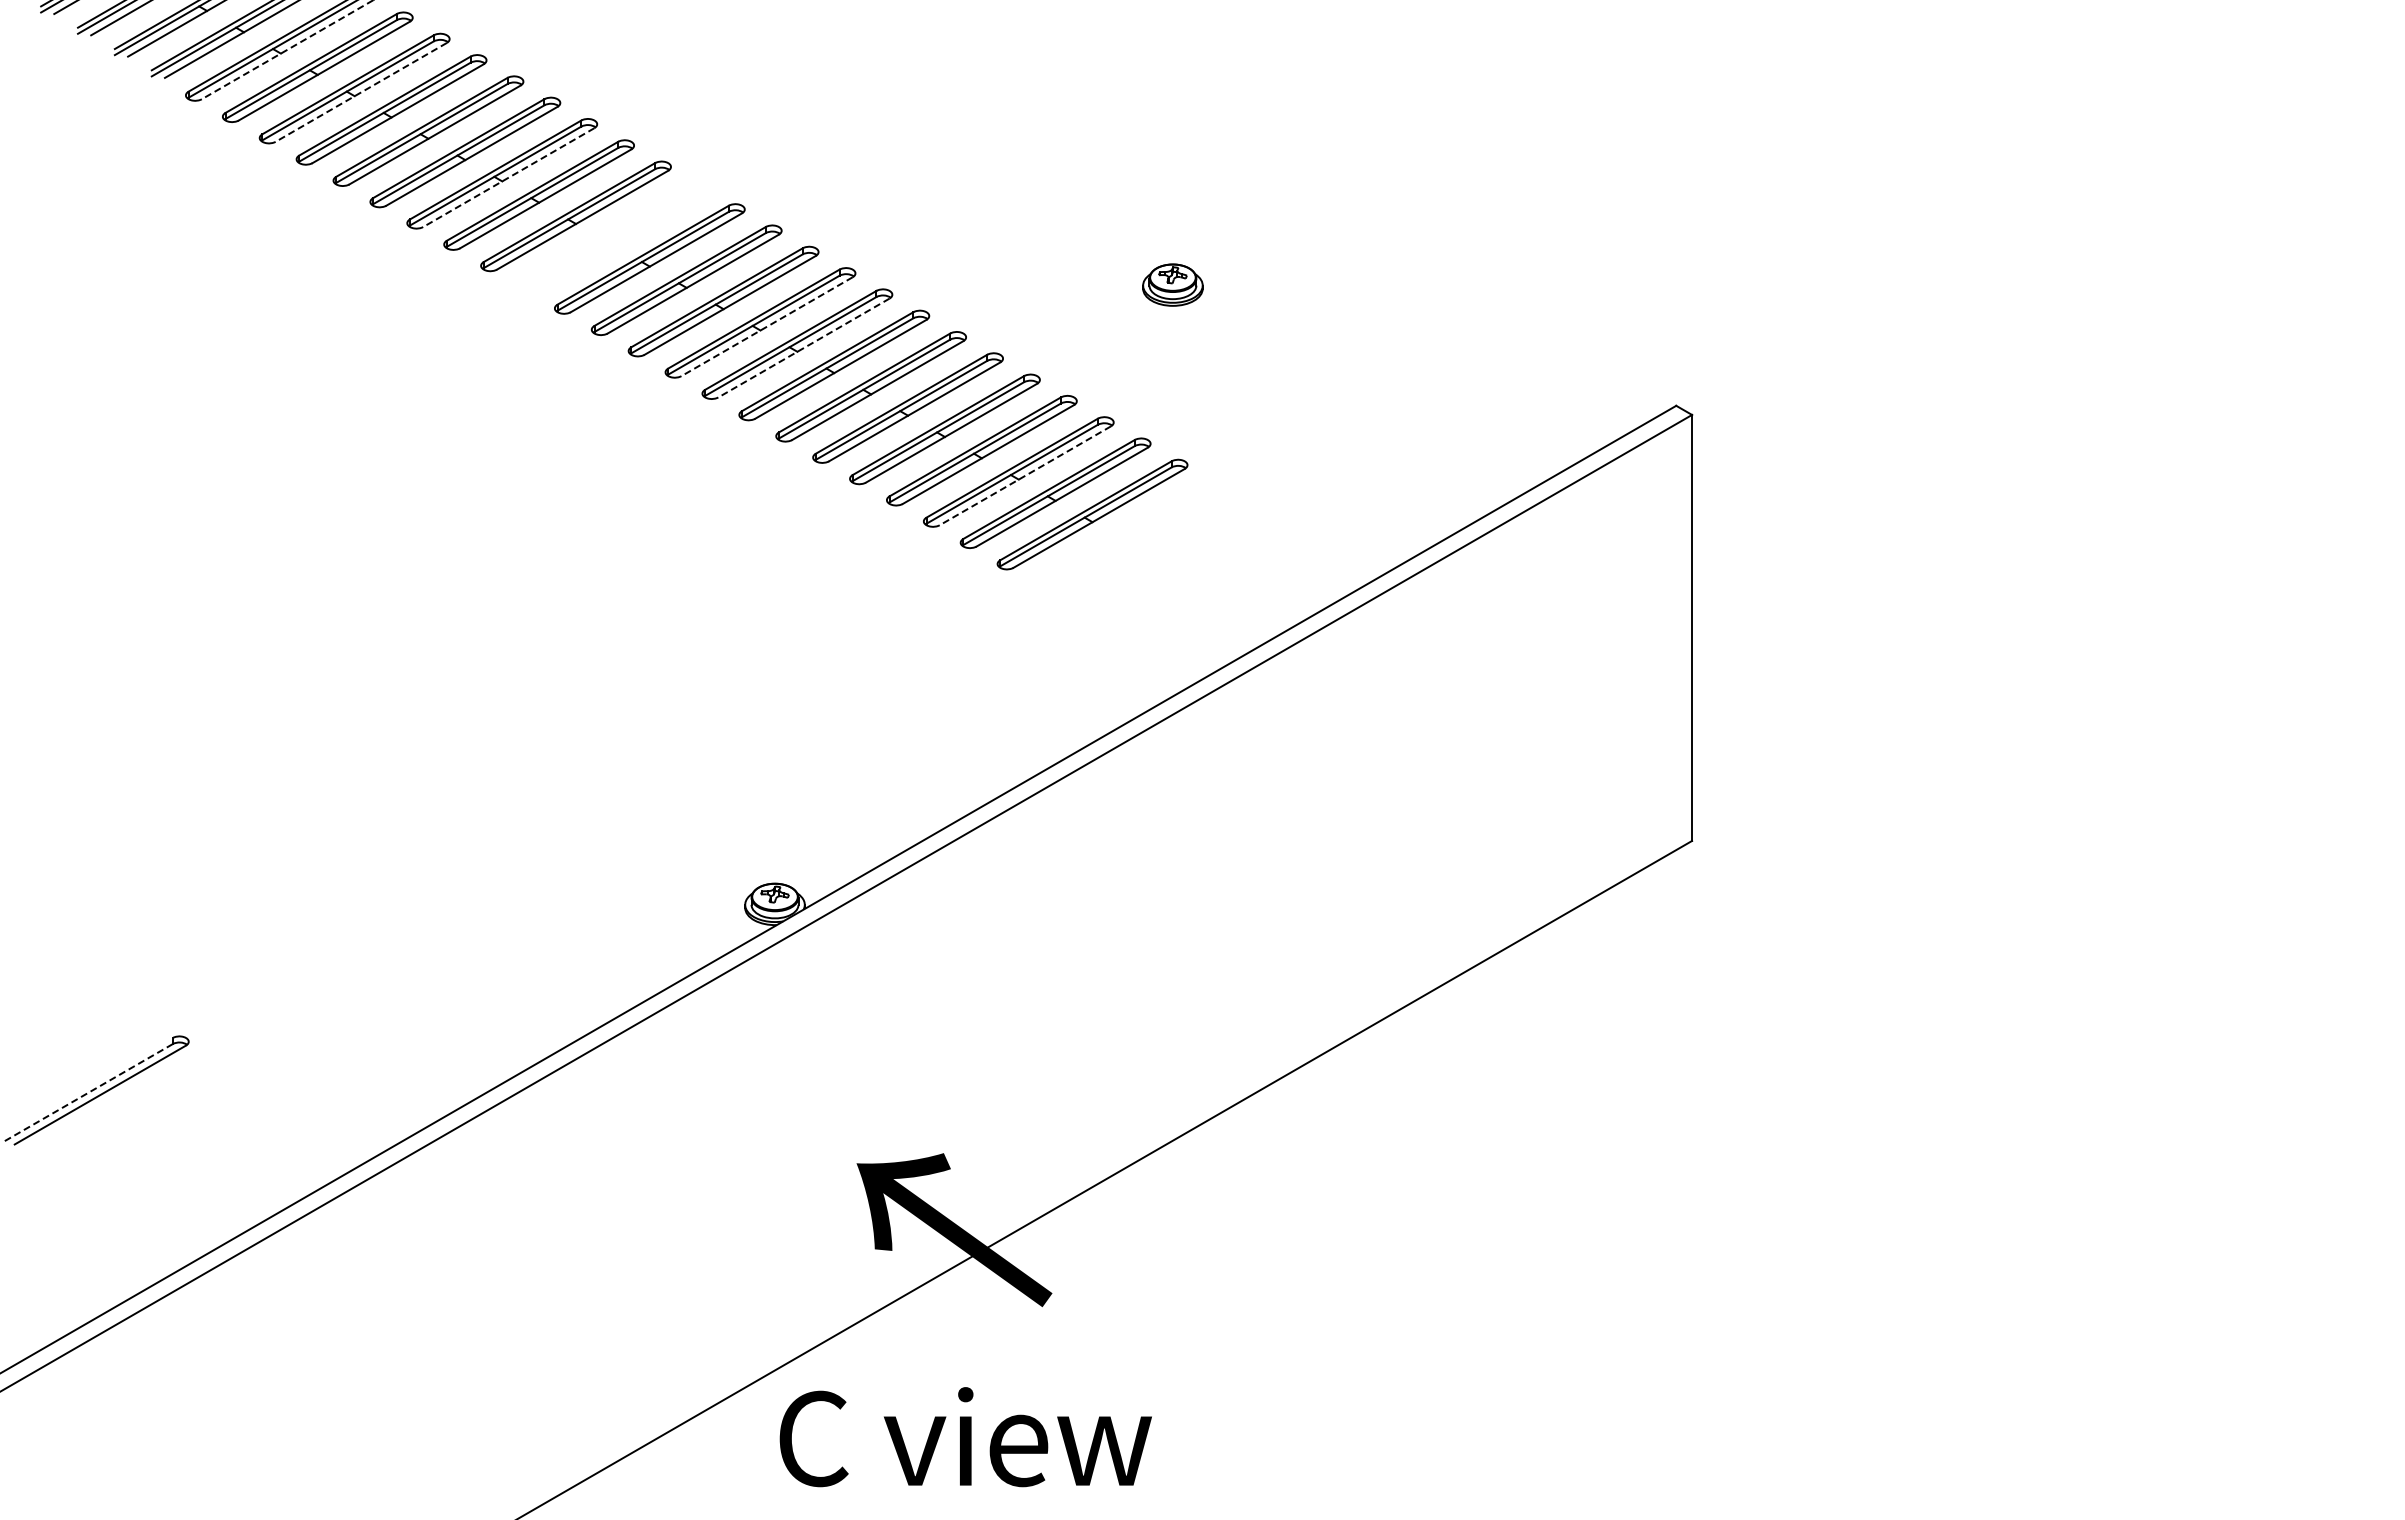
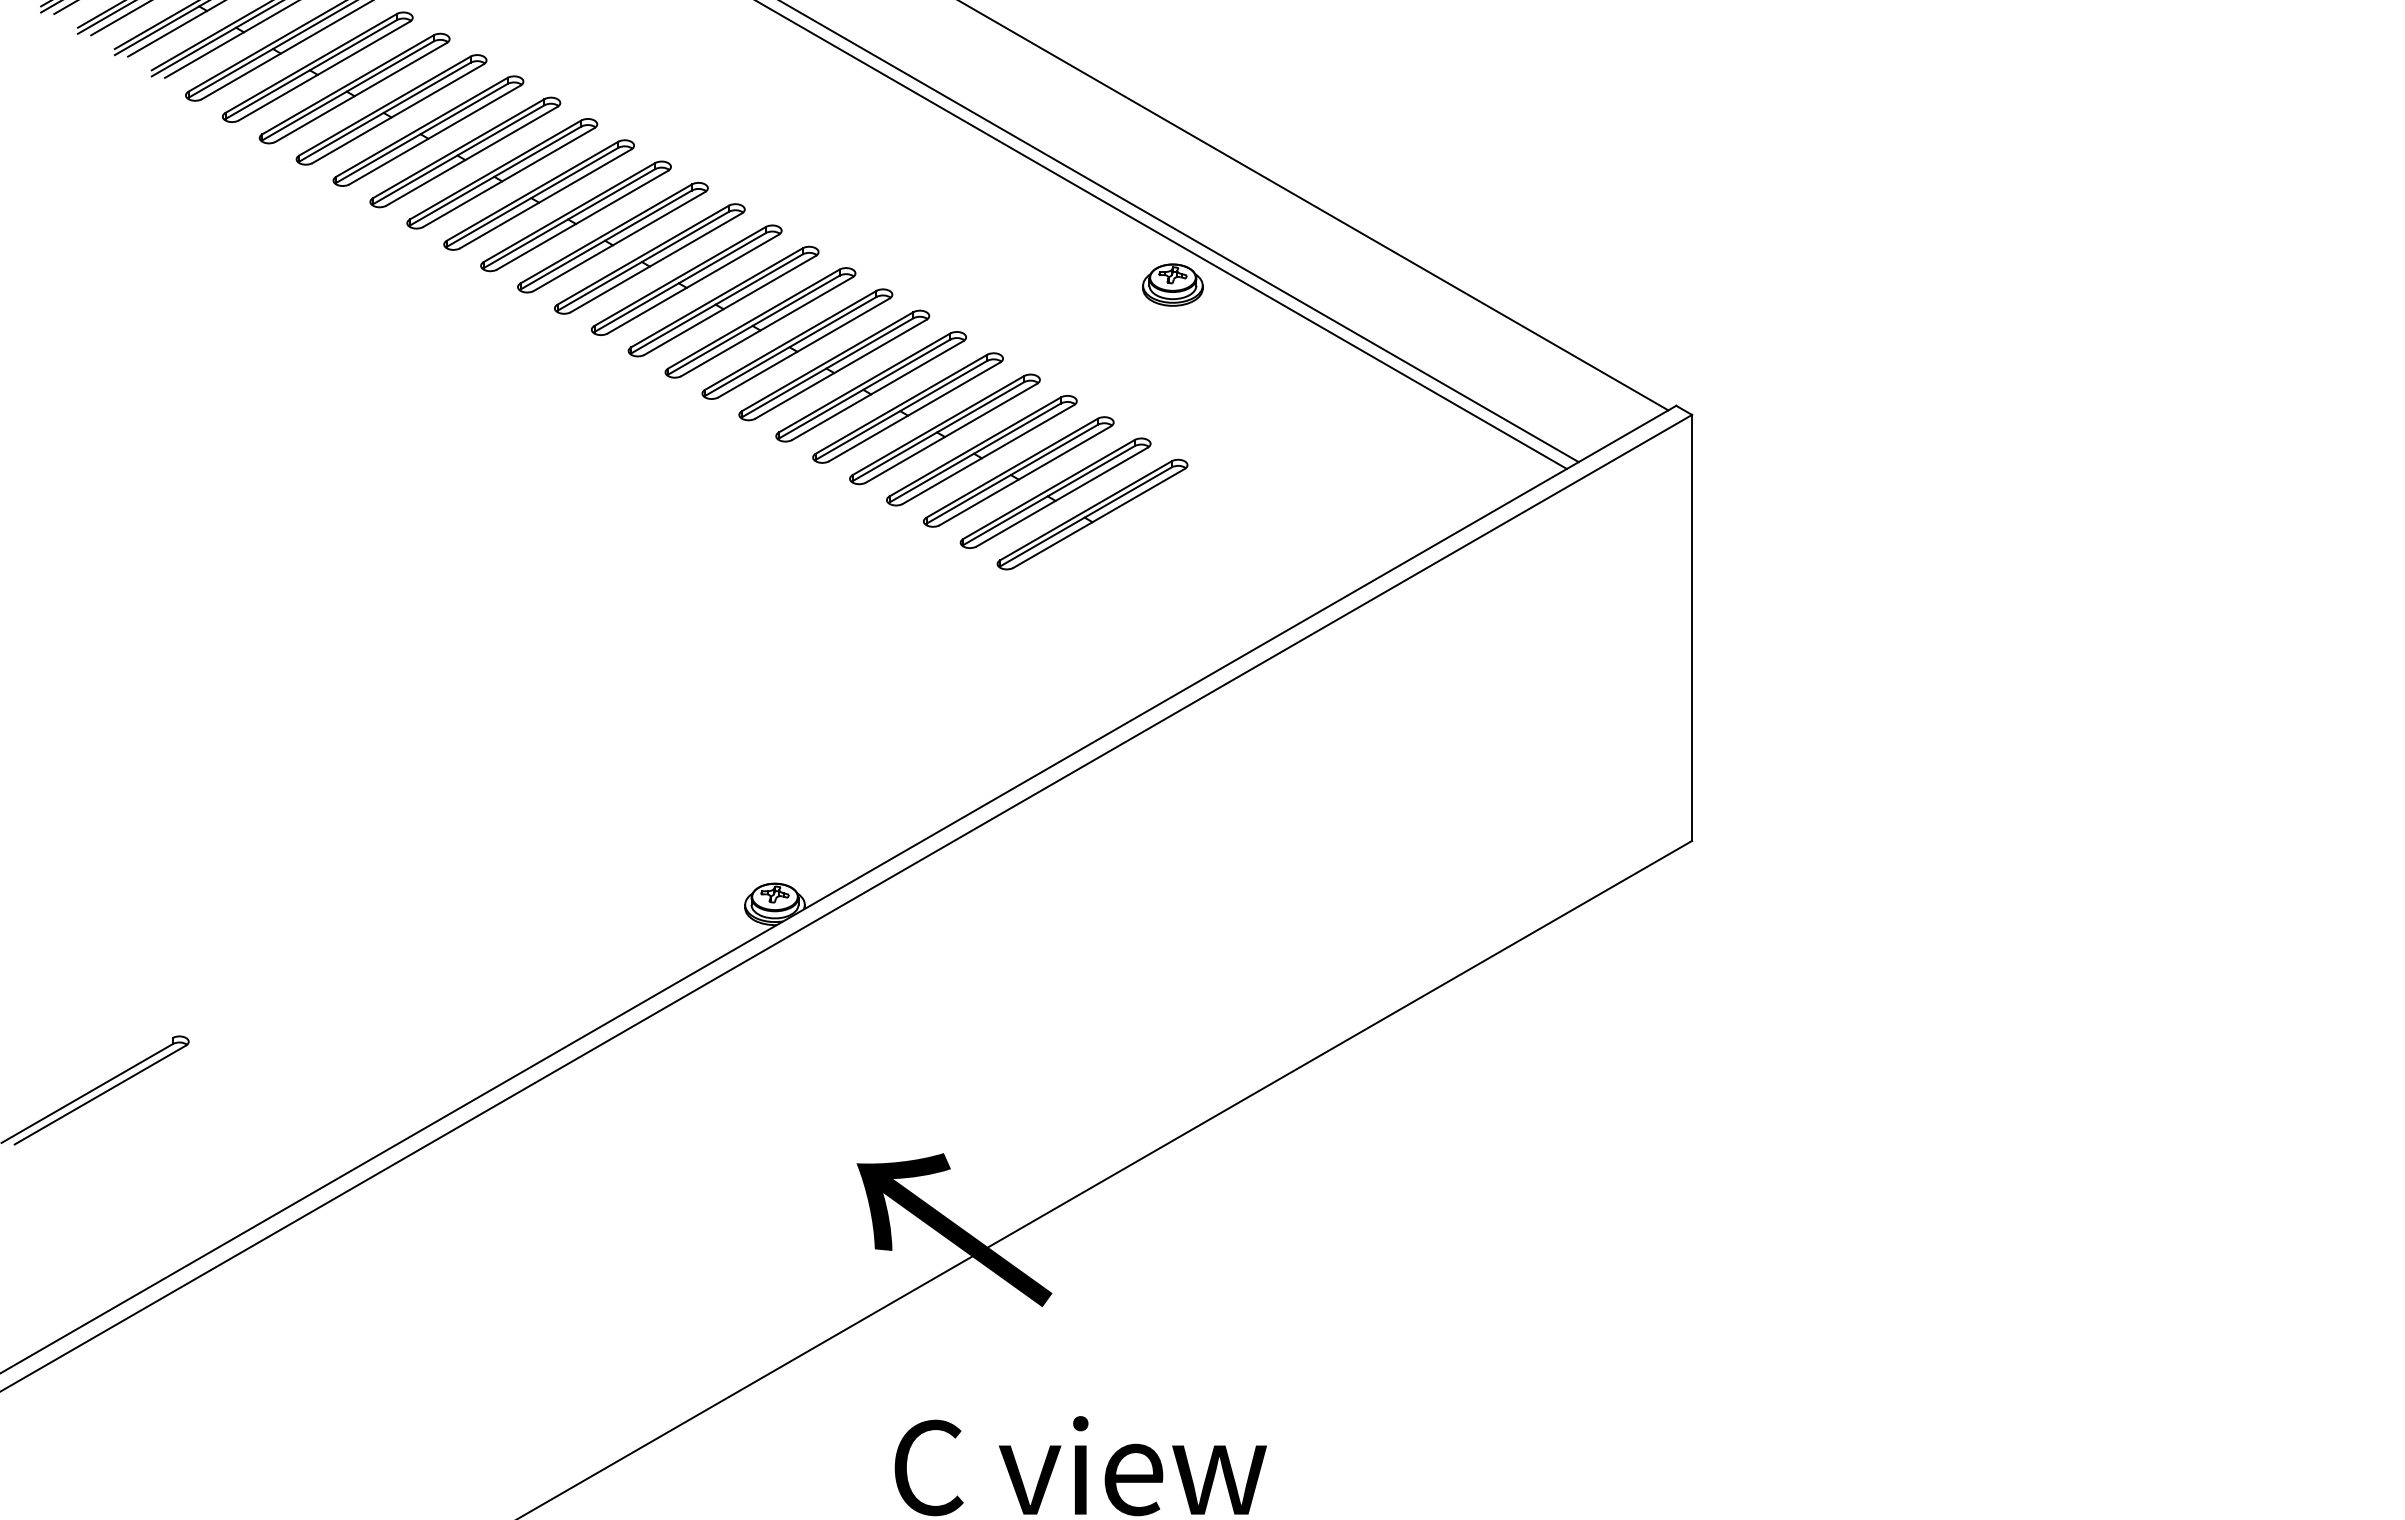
line at (287, 49): dashed -> solid
line at (361, 92): dashed -> solid
line at (508, 177): dashed -> solid
line at (1314, 206): none -> present
line at (1179, 232): none -> present
line at (1162, 235): none -> present
part at (612, 237): none -> present
line at (767, 326): dashed -> solid
line at (804, 348): dashed -> solid
line at (1025, 475): dashed -> solid
line at (87, 1093): dashed -> solid
text at (965, 1437) position: (965, 1437) -> (1080, 1466)
